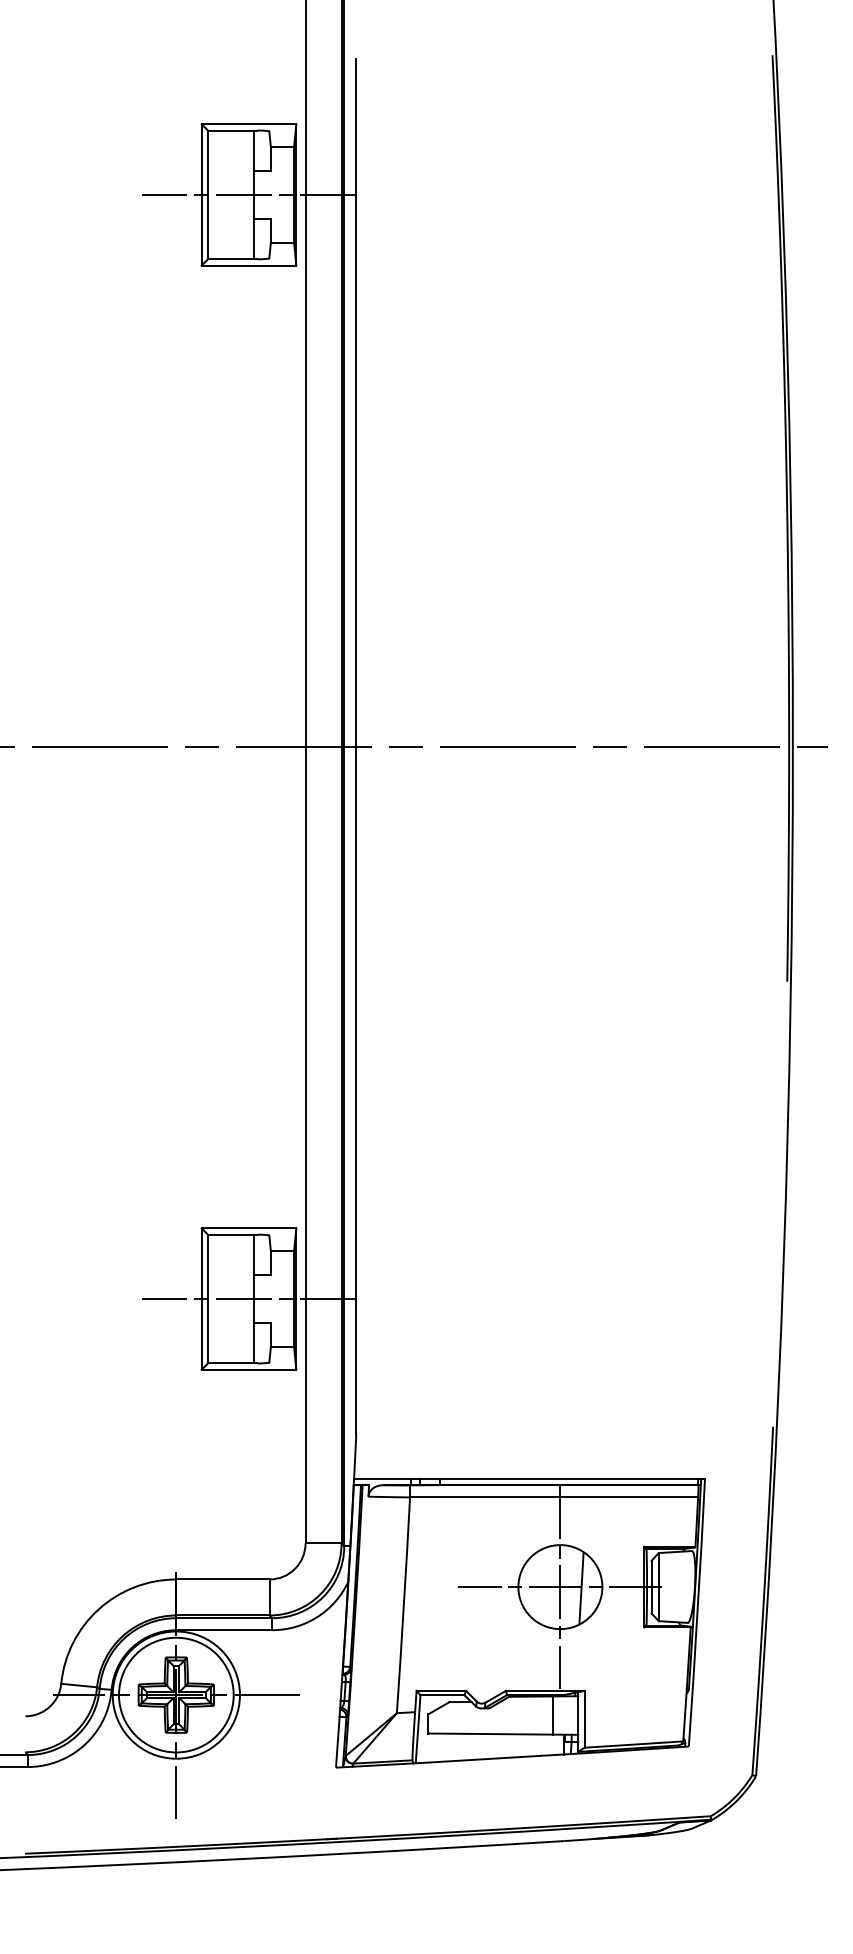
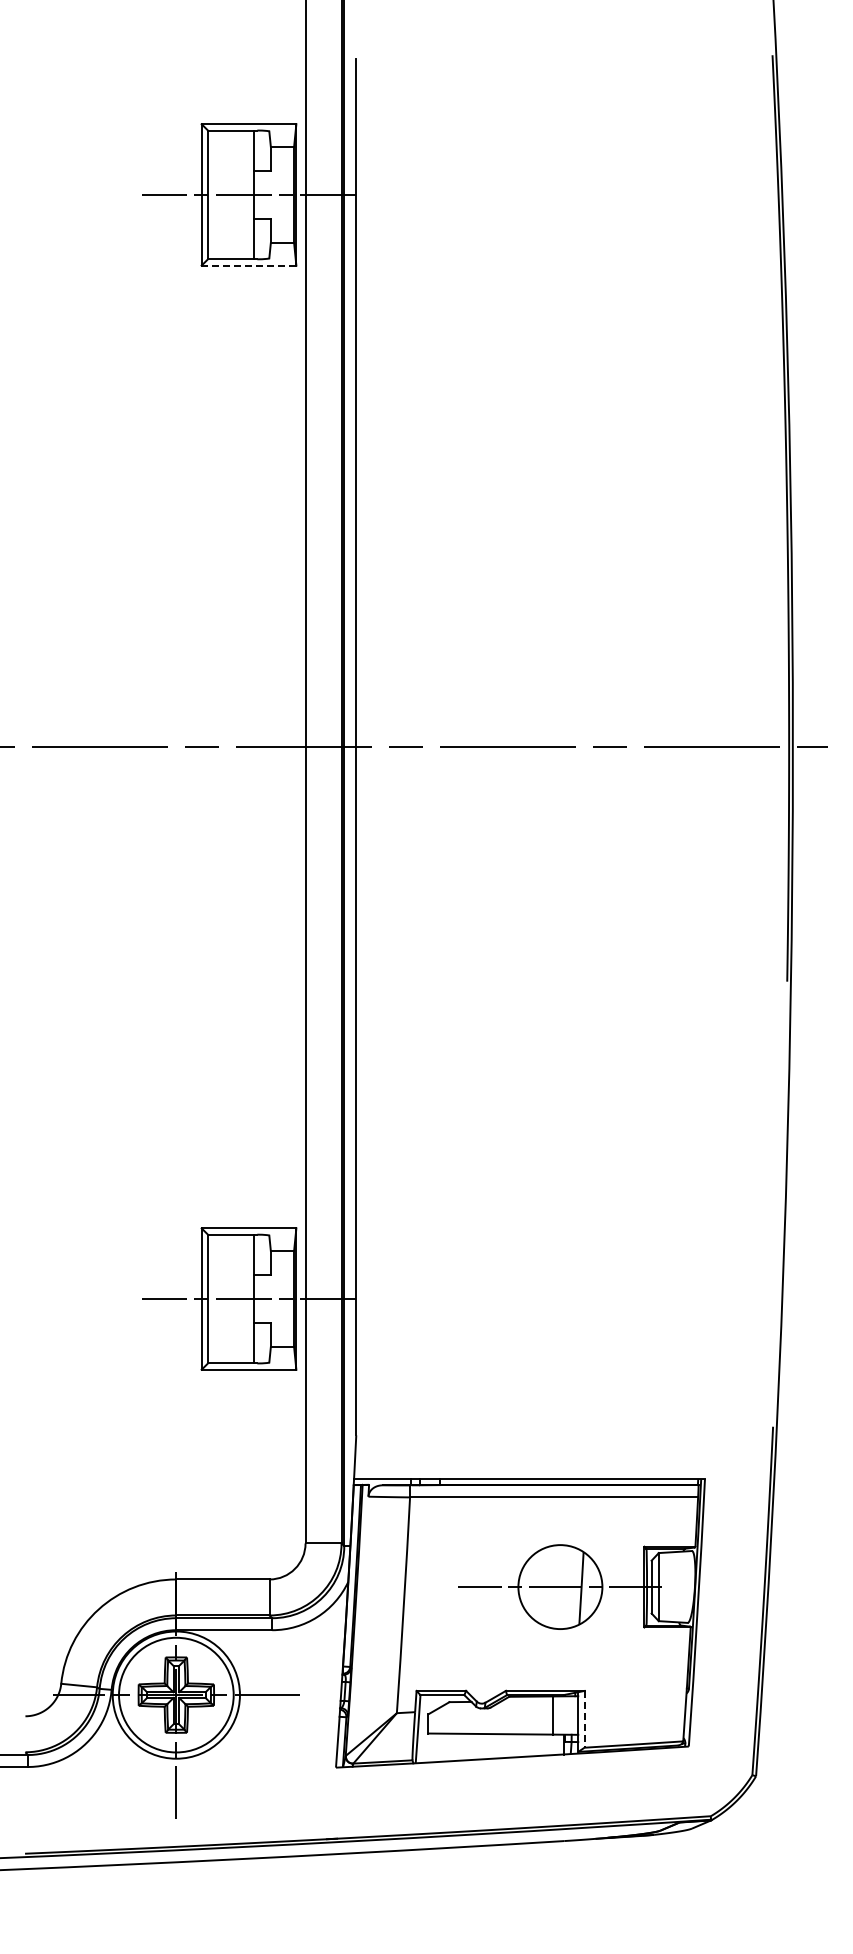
line at (248, 265): solid -> dashed
line at (560, 1587): present -> none
line at (584, 1719): solid -> dashed
